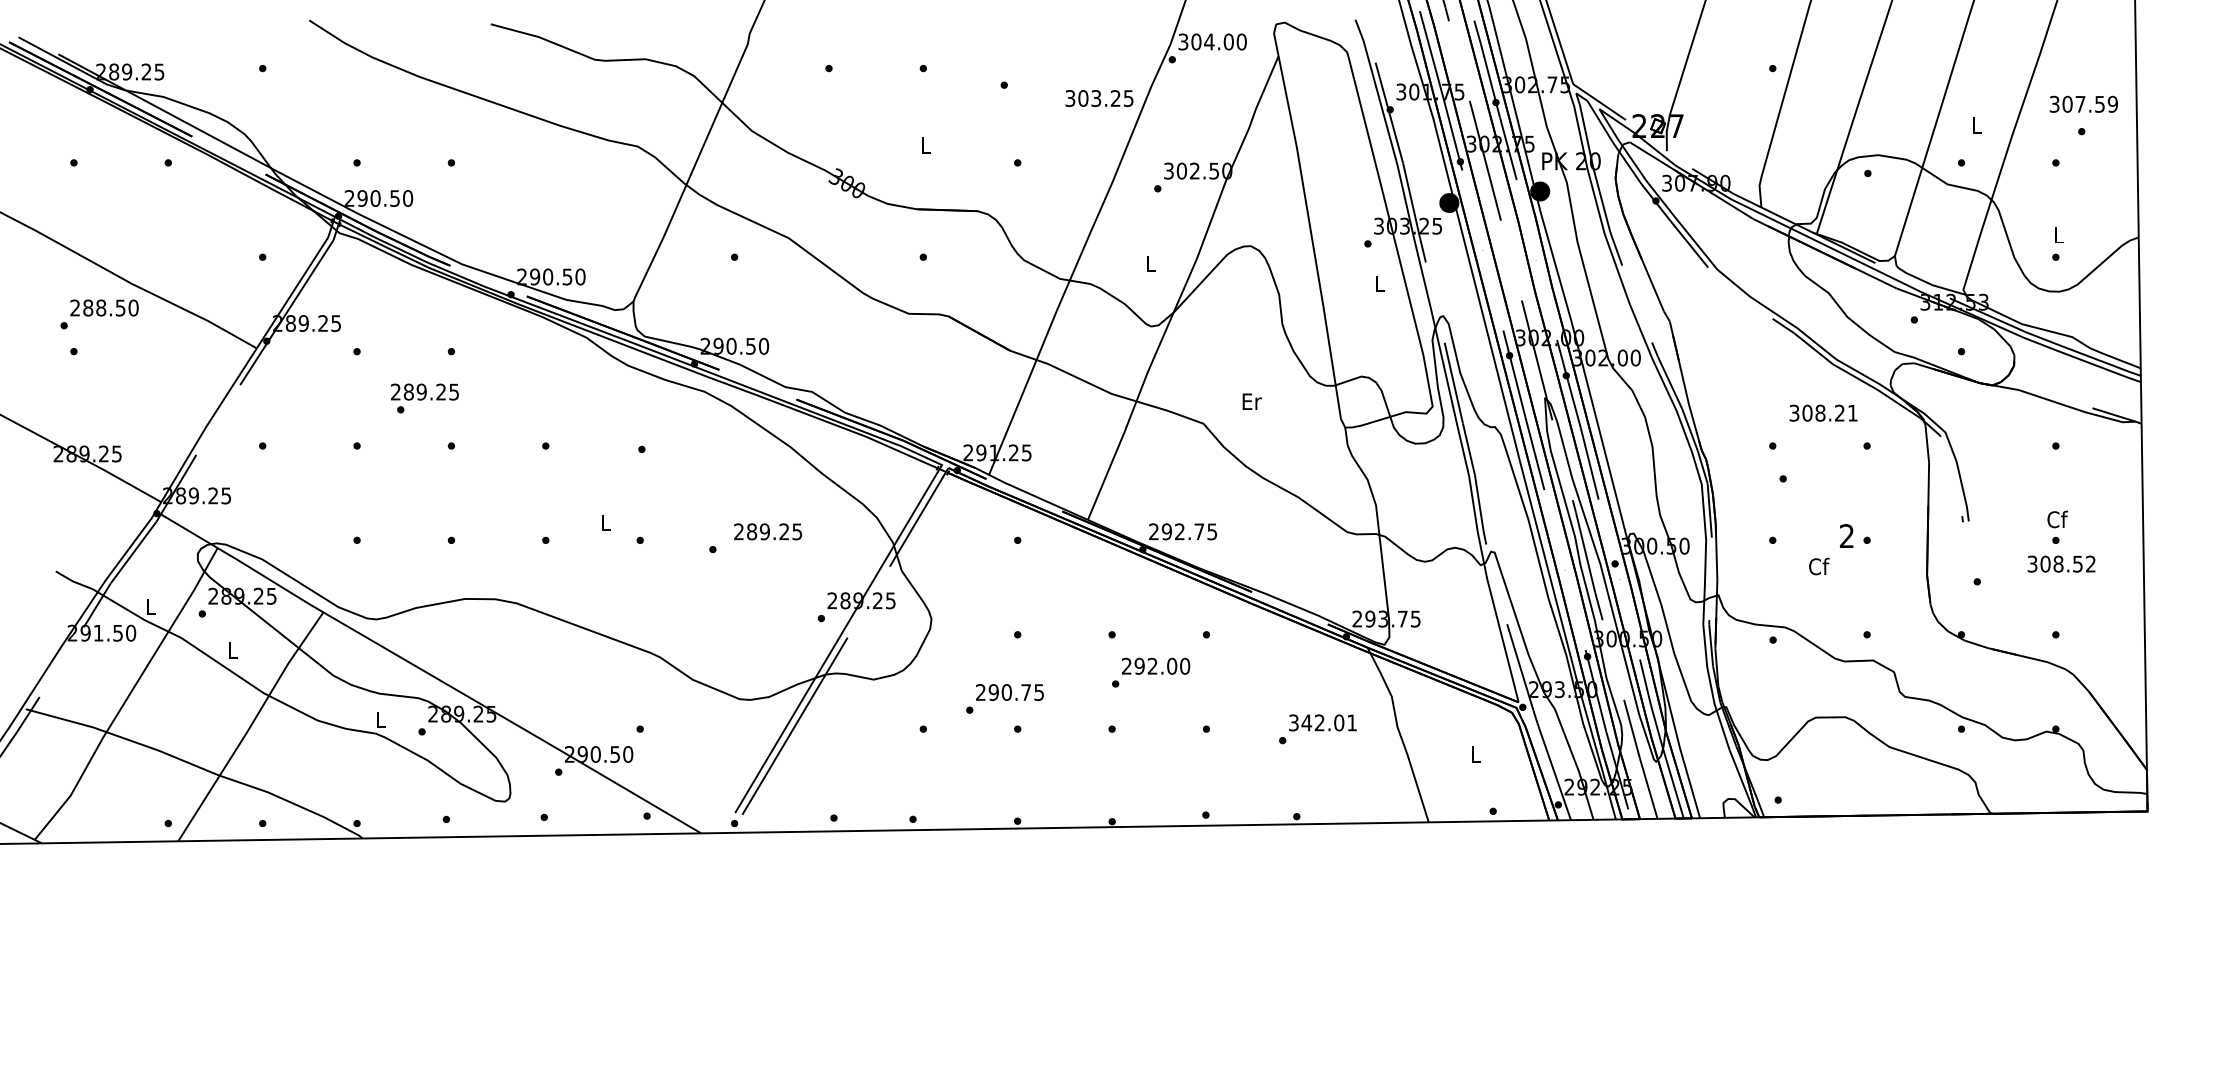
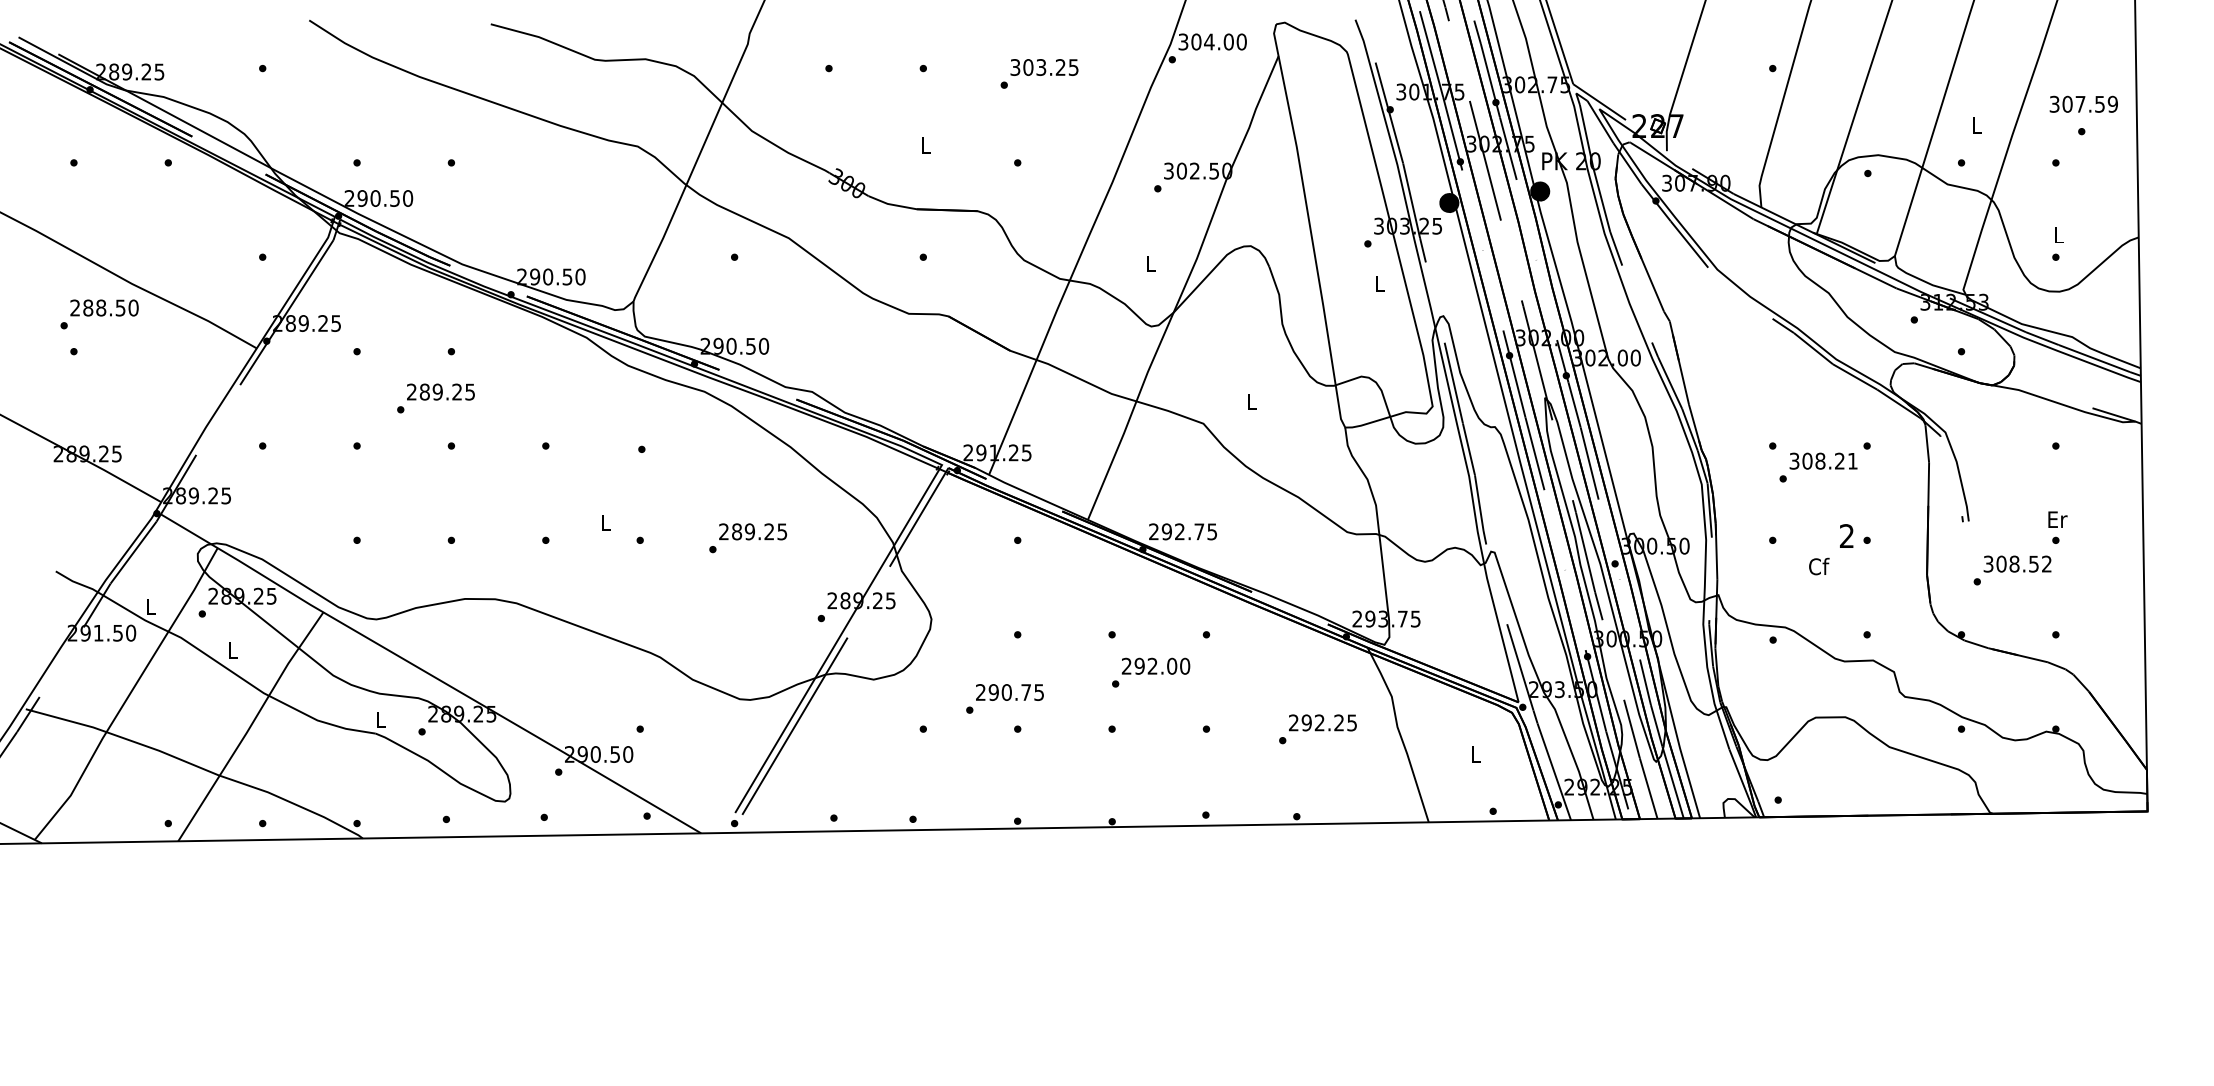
text at (1099, 98) position: (1099, 98) -> (1044, 67)
text at (424, 391) position: (424, 391) -> (440, 391)
text at (1251, 401): Er -> L
text at (1823, 412) position: (1823, 412) -> (1823, 460)
text at (2057, 519): Cf -> Er
text at (767, 531) position: (767, 531) -> (752, 531)
text at (2061, 563) position: (2061, 563) -> (2017, 563)
text at (1322, 722): 342.01 -> 292.25
